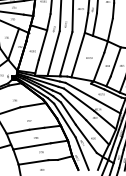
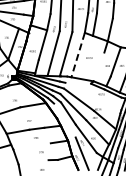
line at (78, 55): solid -> dashed
line at (98, 66): present -> none
line at (92, 97): present -> none
line at (64, 120): present -> none
line at (31, 146): present -> none
line at (33, 162): present -> none
